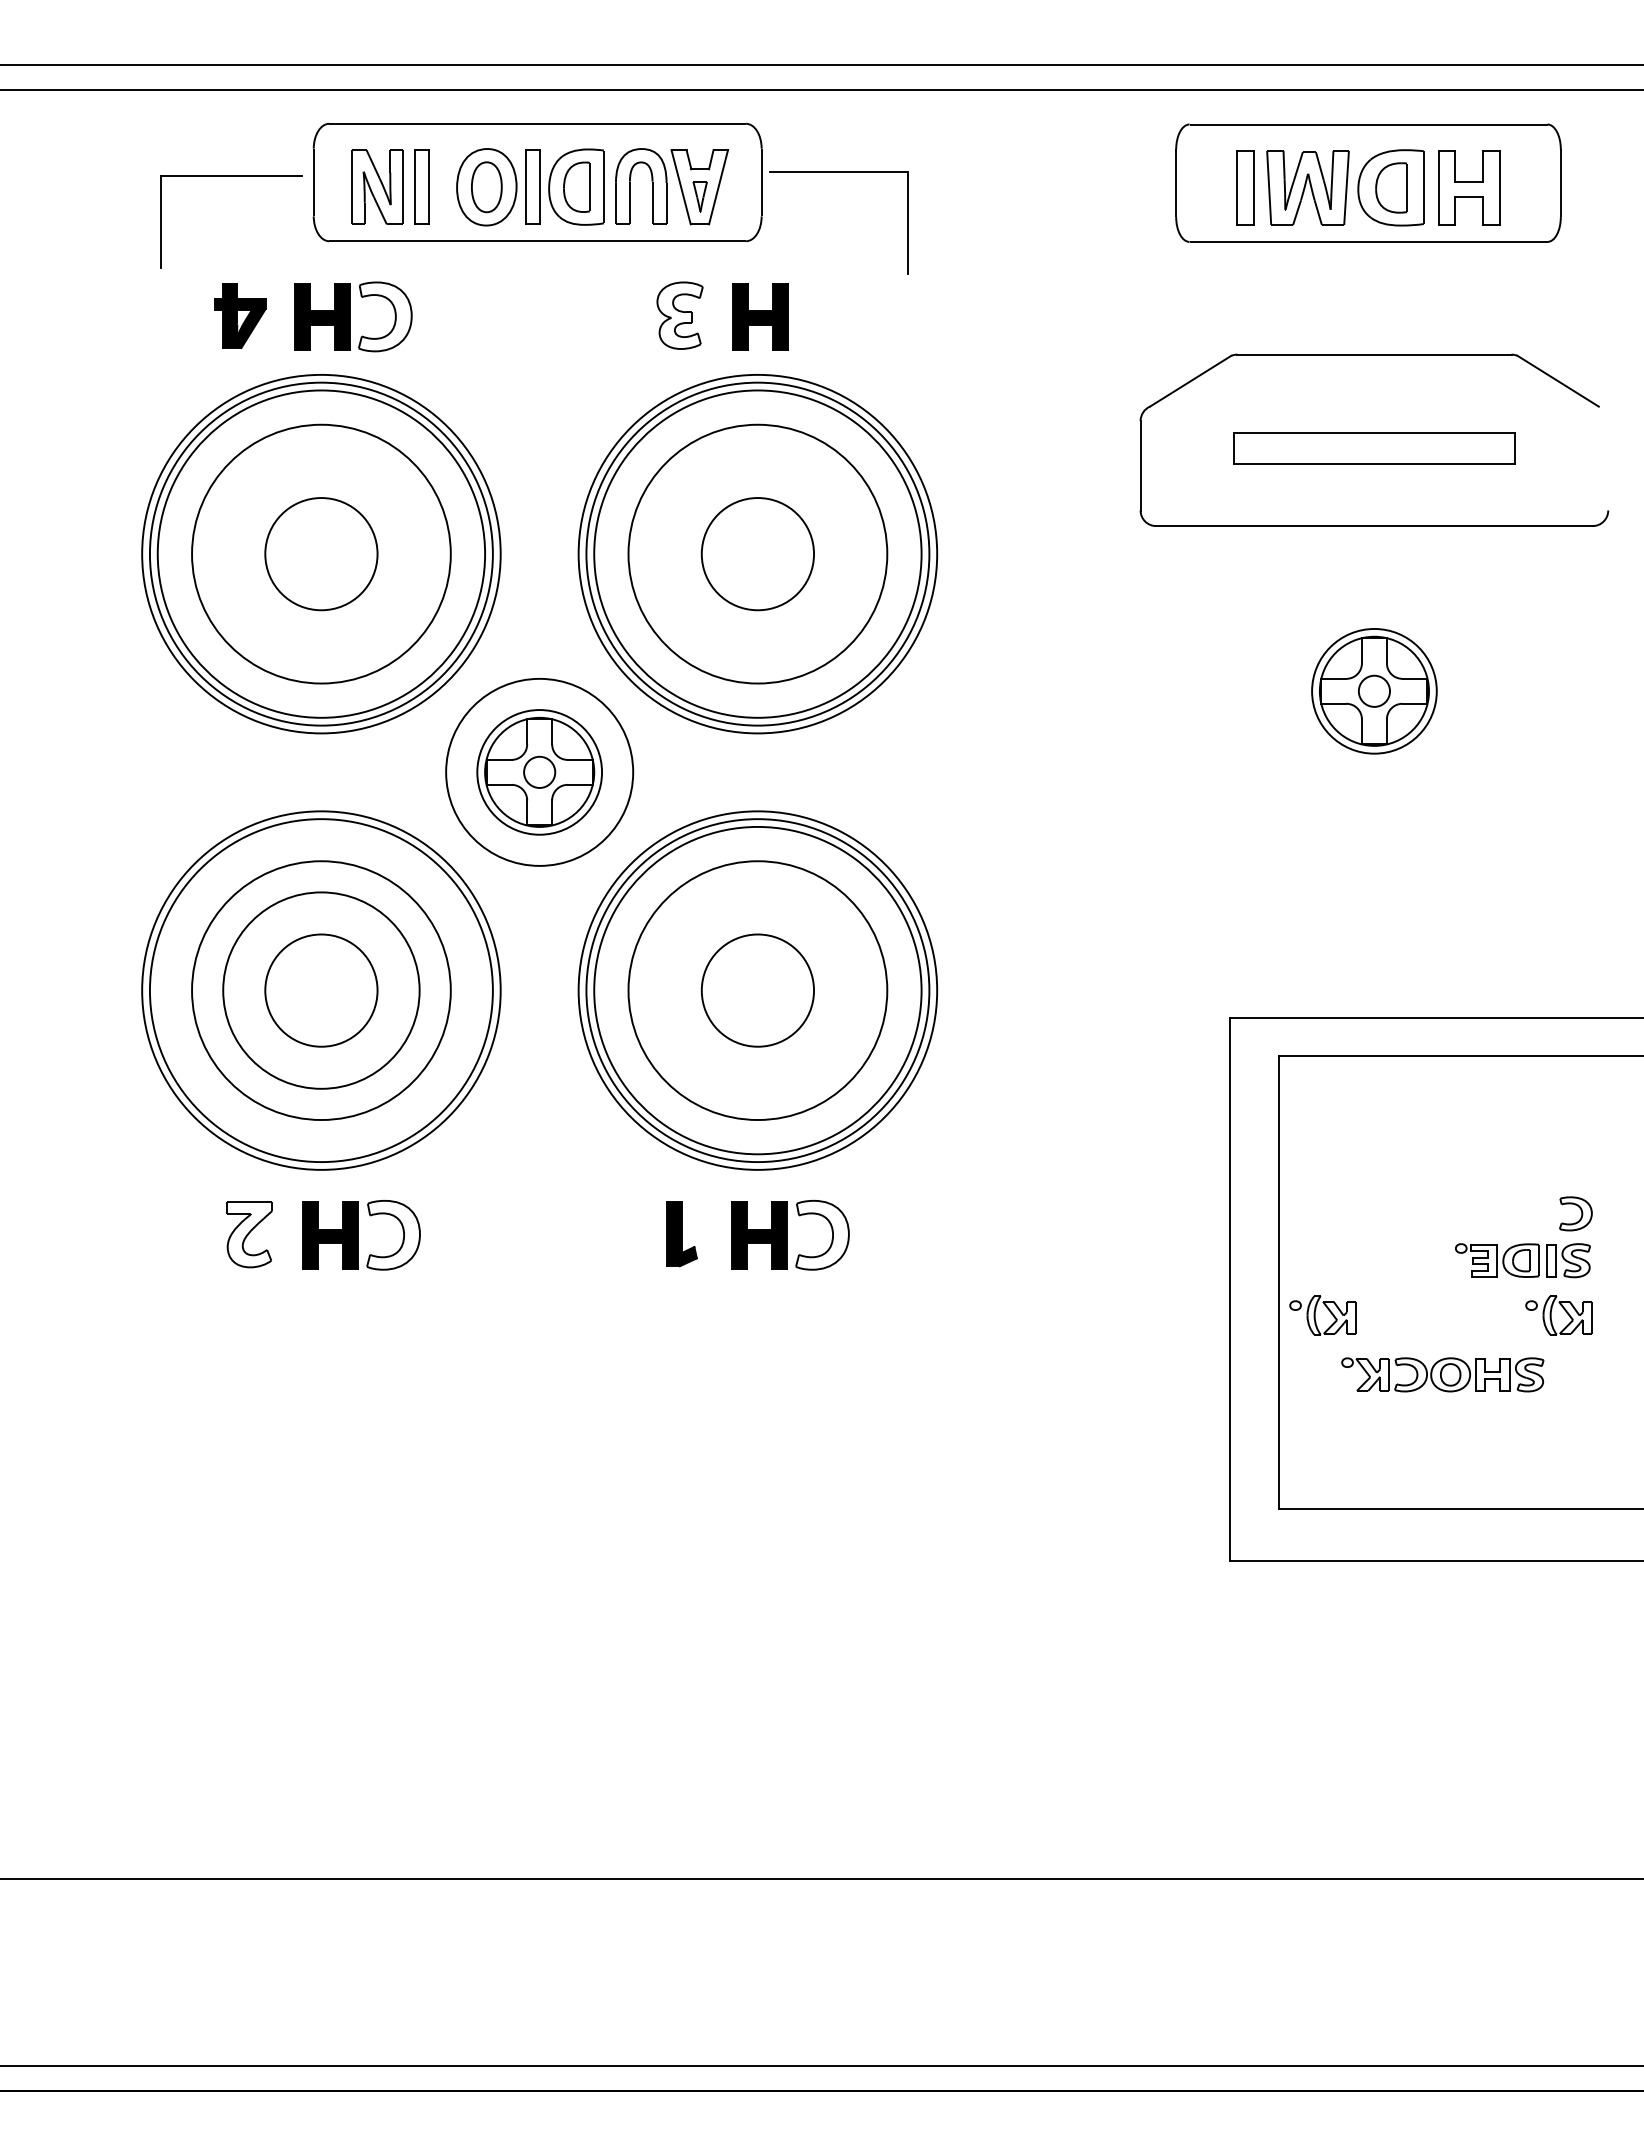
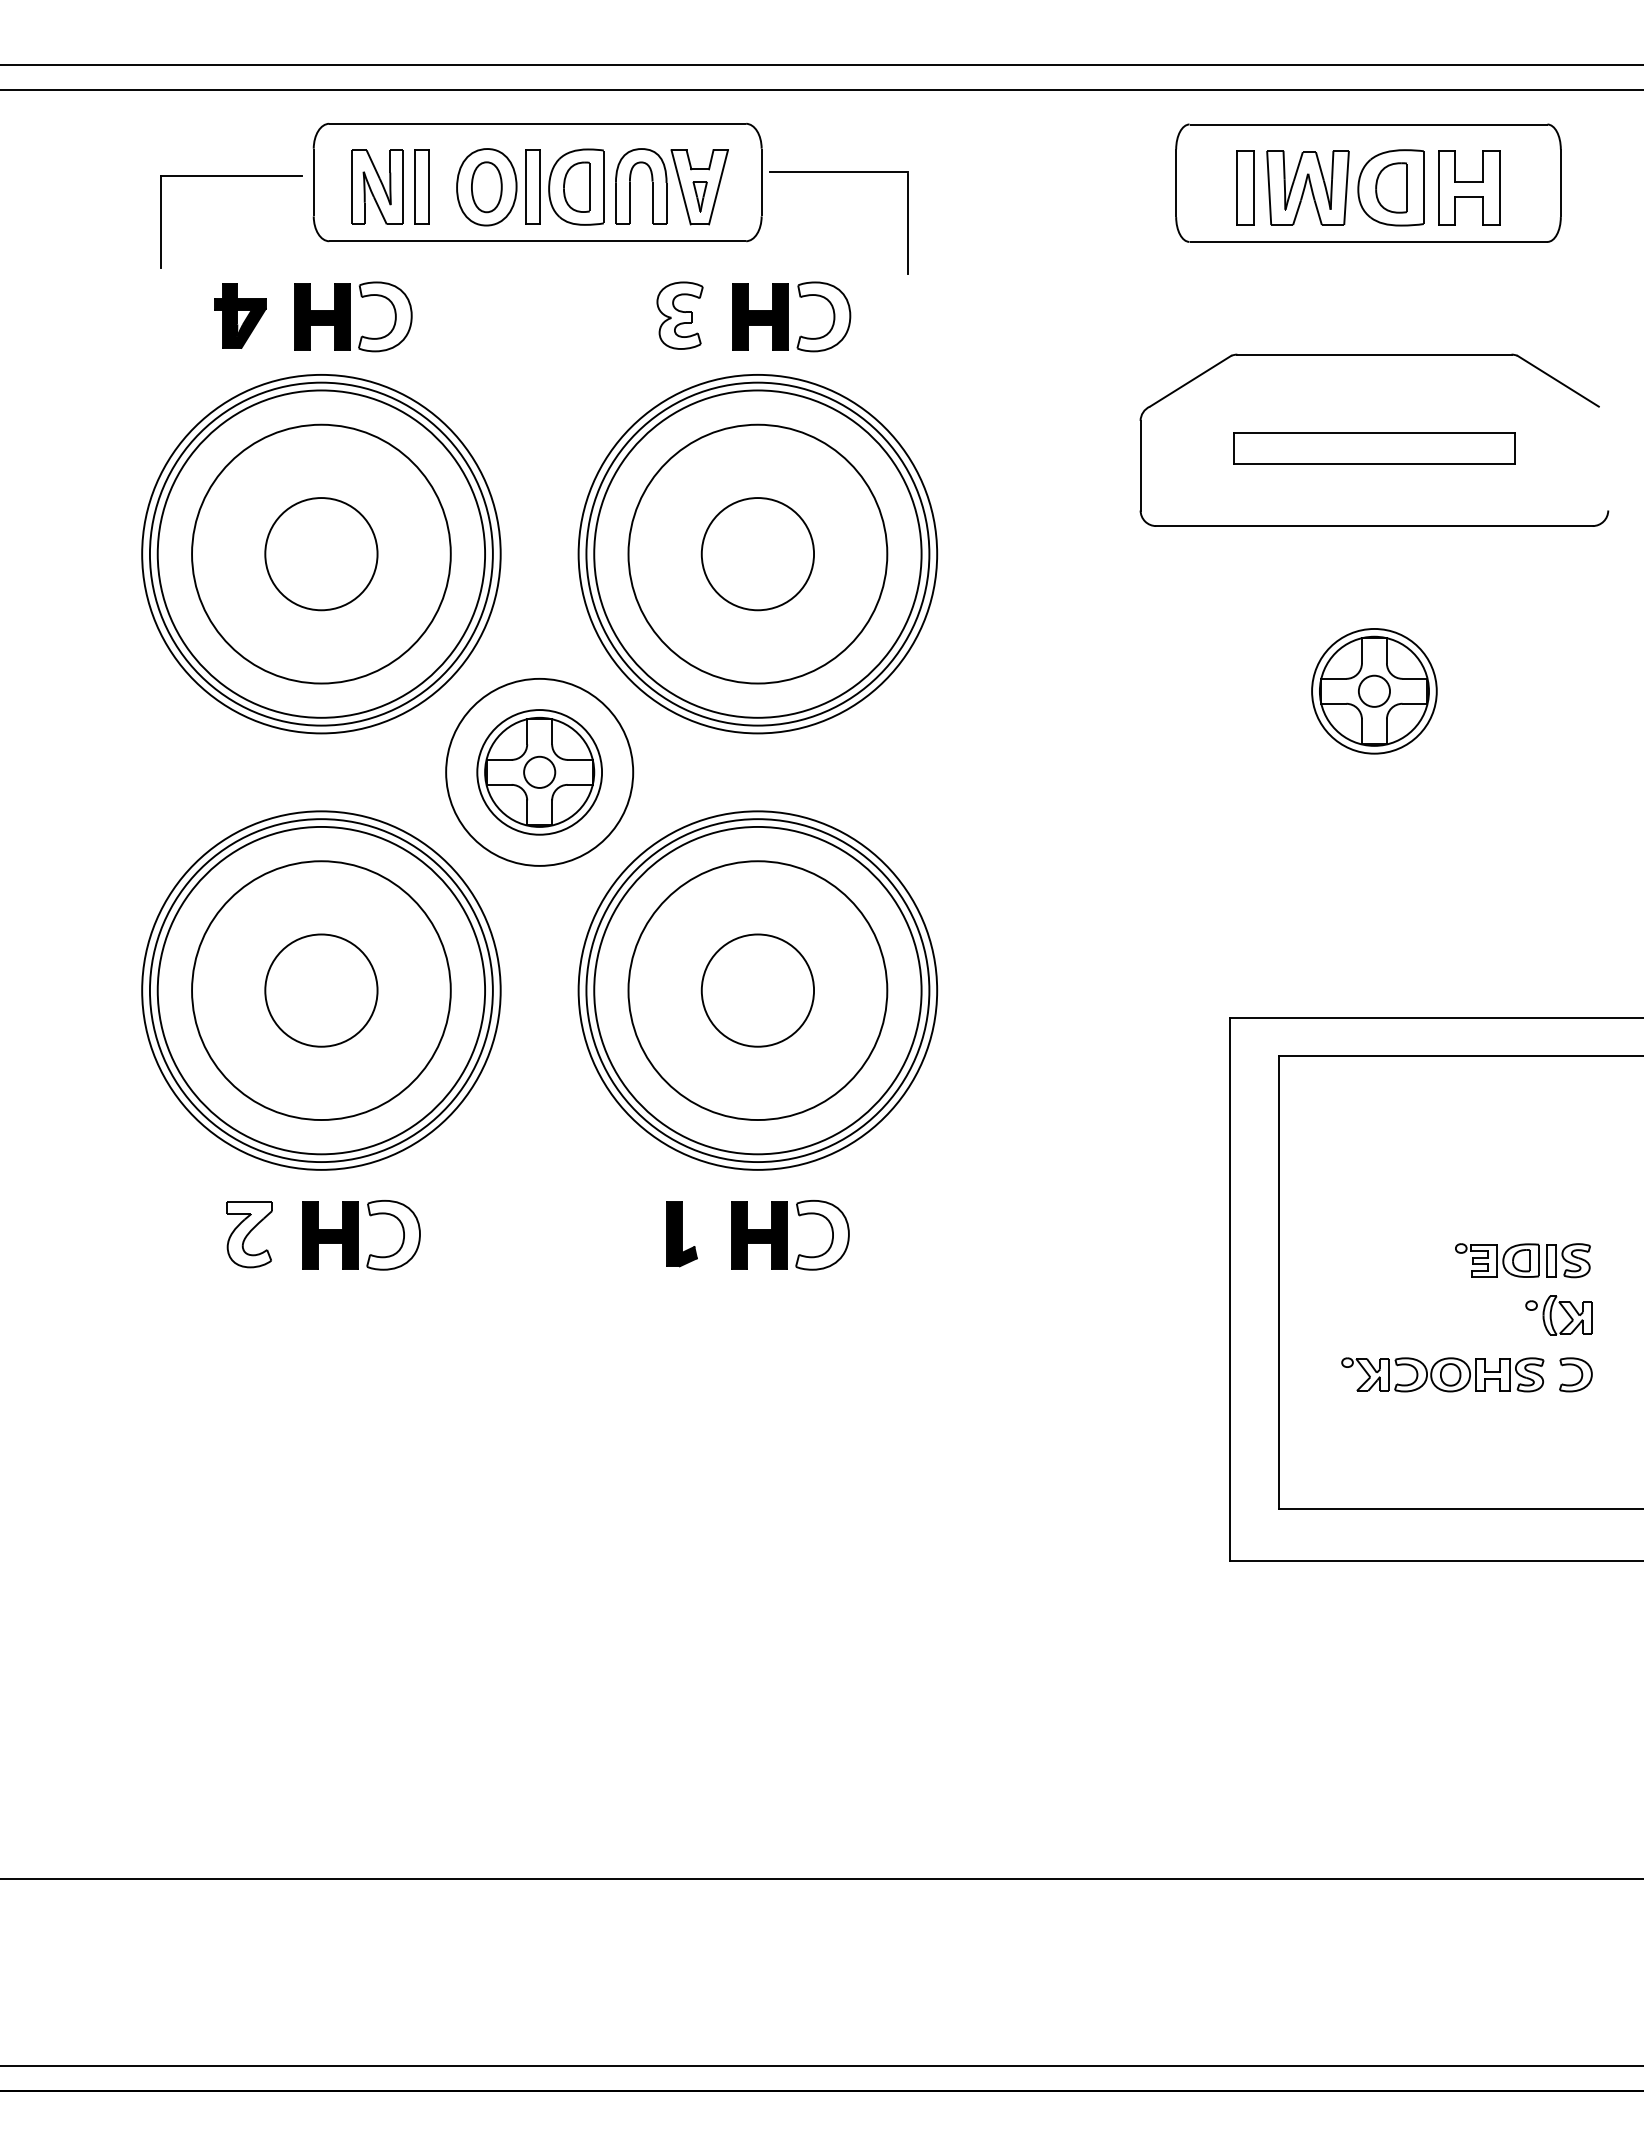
part at (833, 316): none -> present
circle at (321, 990) diameter: 196 px -> 327 px
part at (1575, 1213) position: (1575, 1213) -> (1575, 1374)
part at (1315, 1315): present -> none
